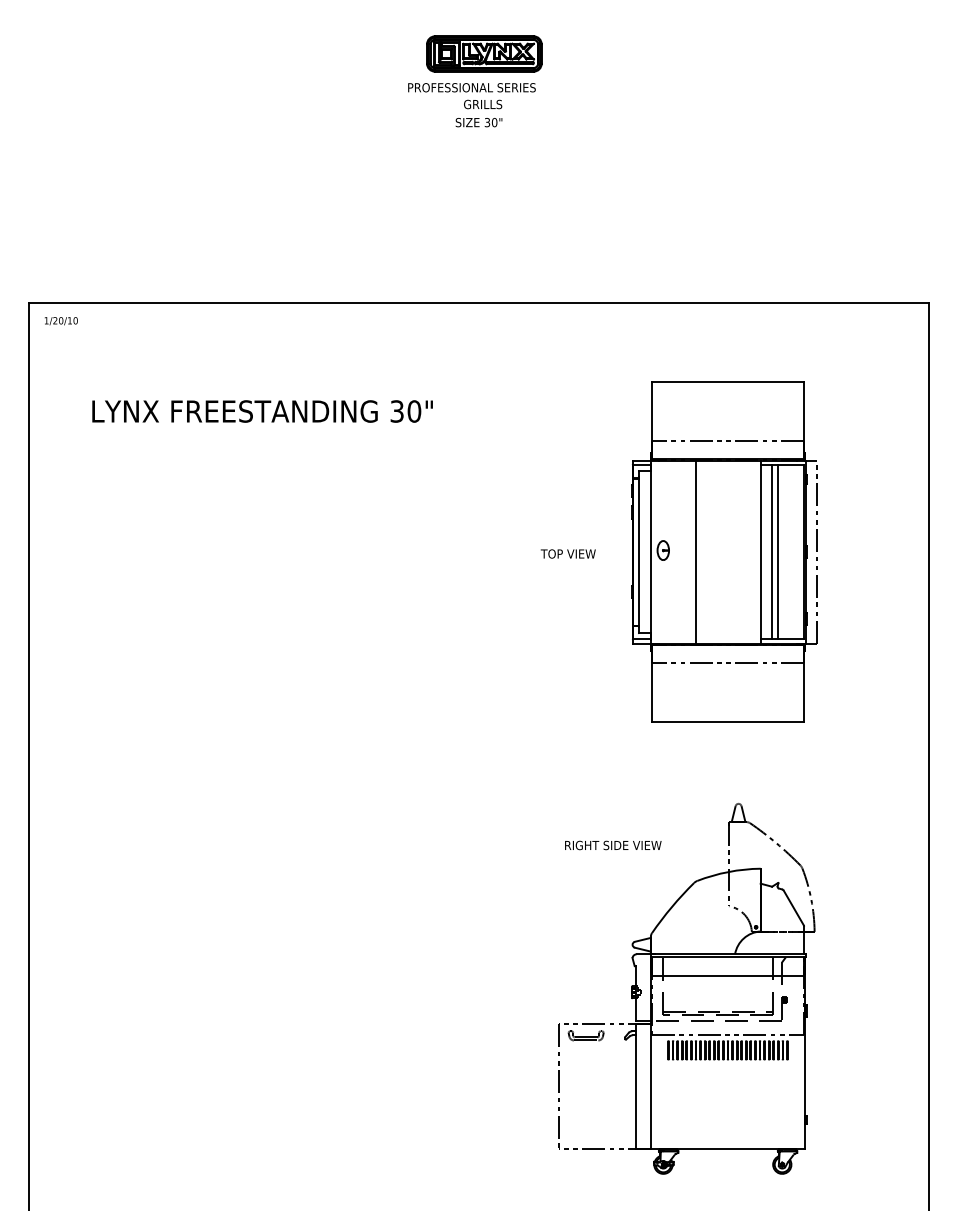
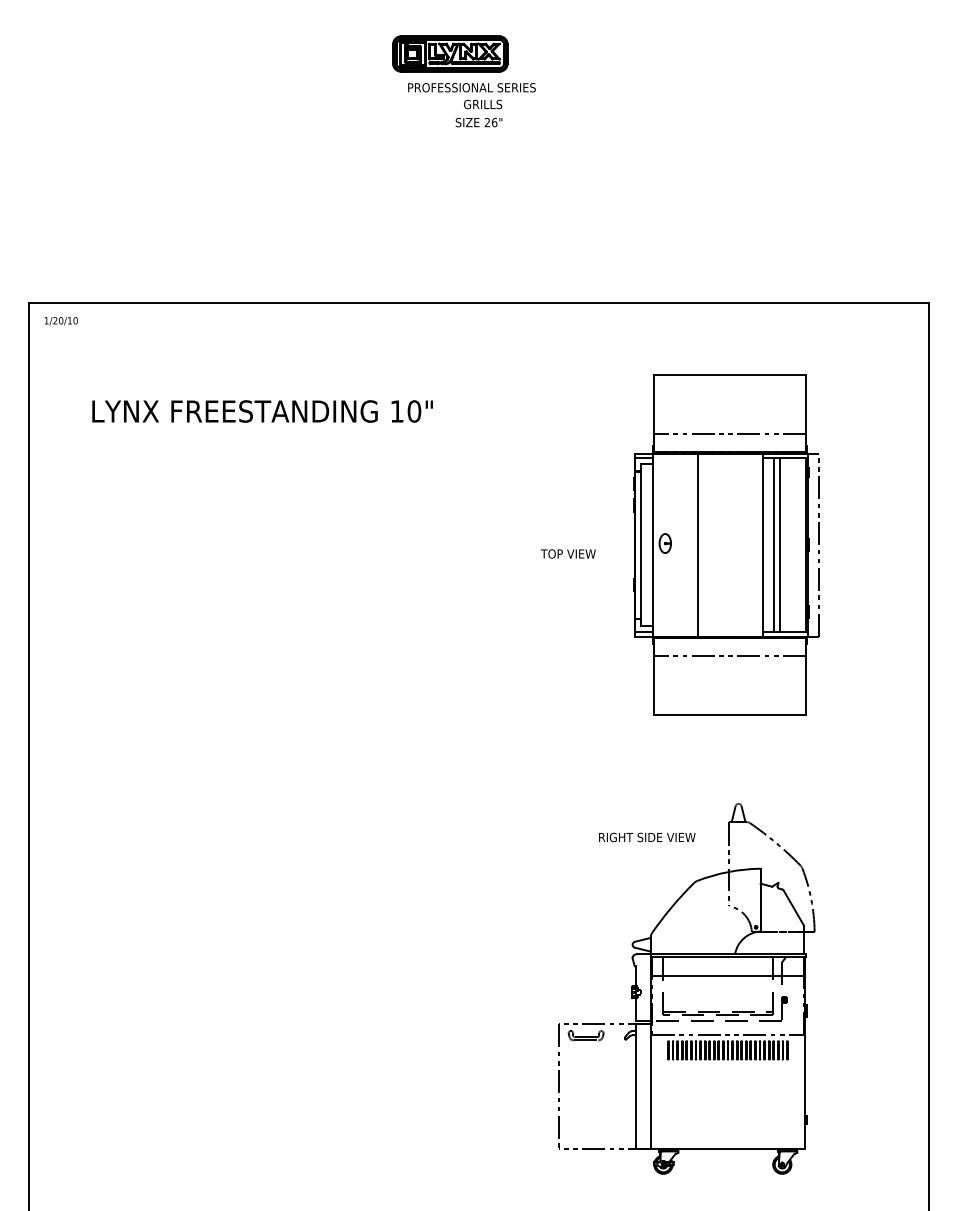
part at (484, 53) position: (484, 53) -> (450, 53)
text at (490, 122): 30" -> 26"
text at (396, 411): 30" -> 10"
part at (724, 551) position: (724, 551) -> (726, 544)
text at (613, 845) position: (613, 845) -> (647, 837)
